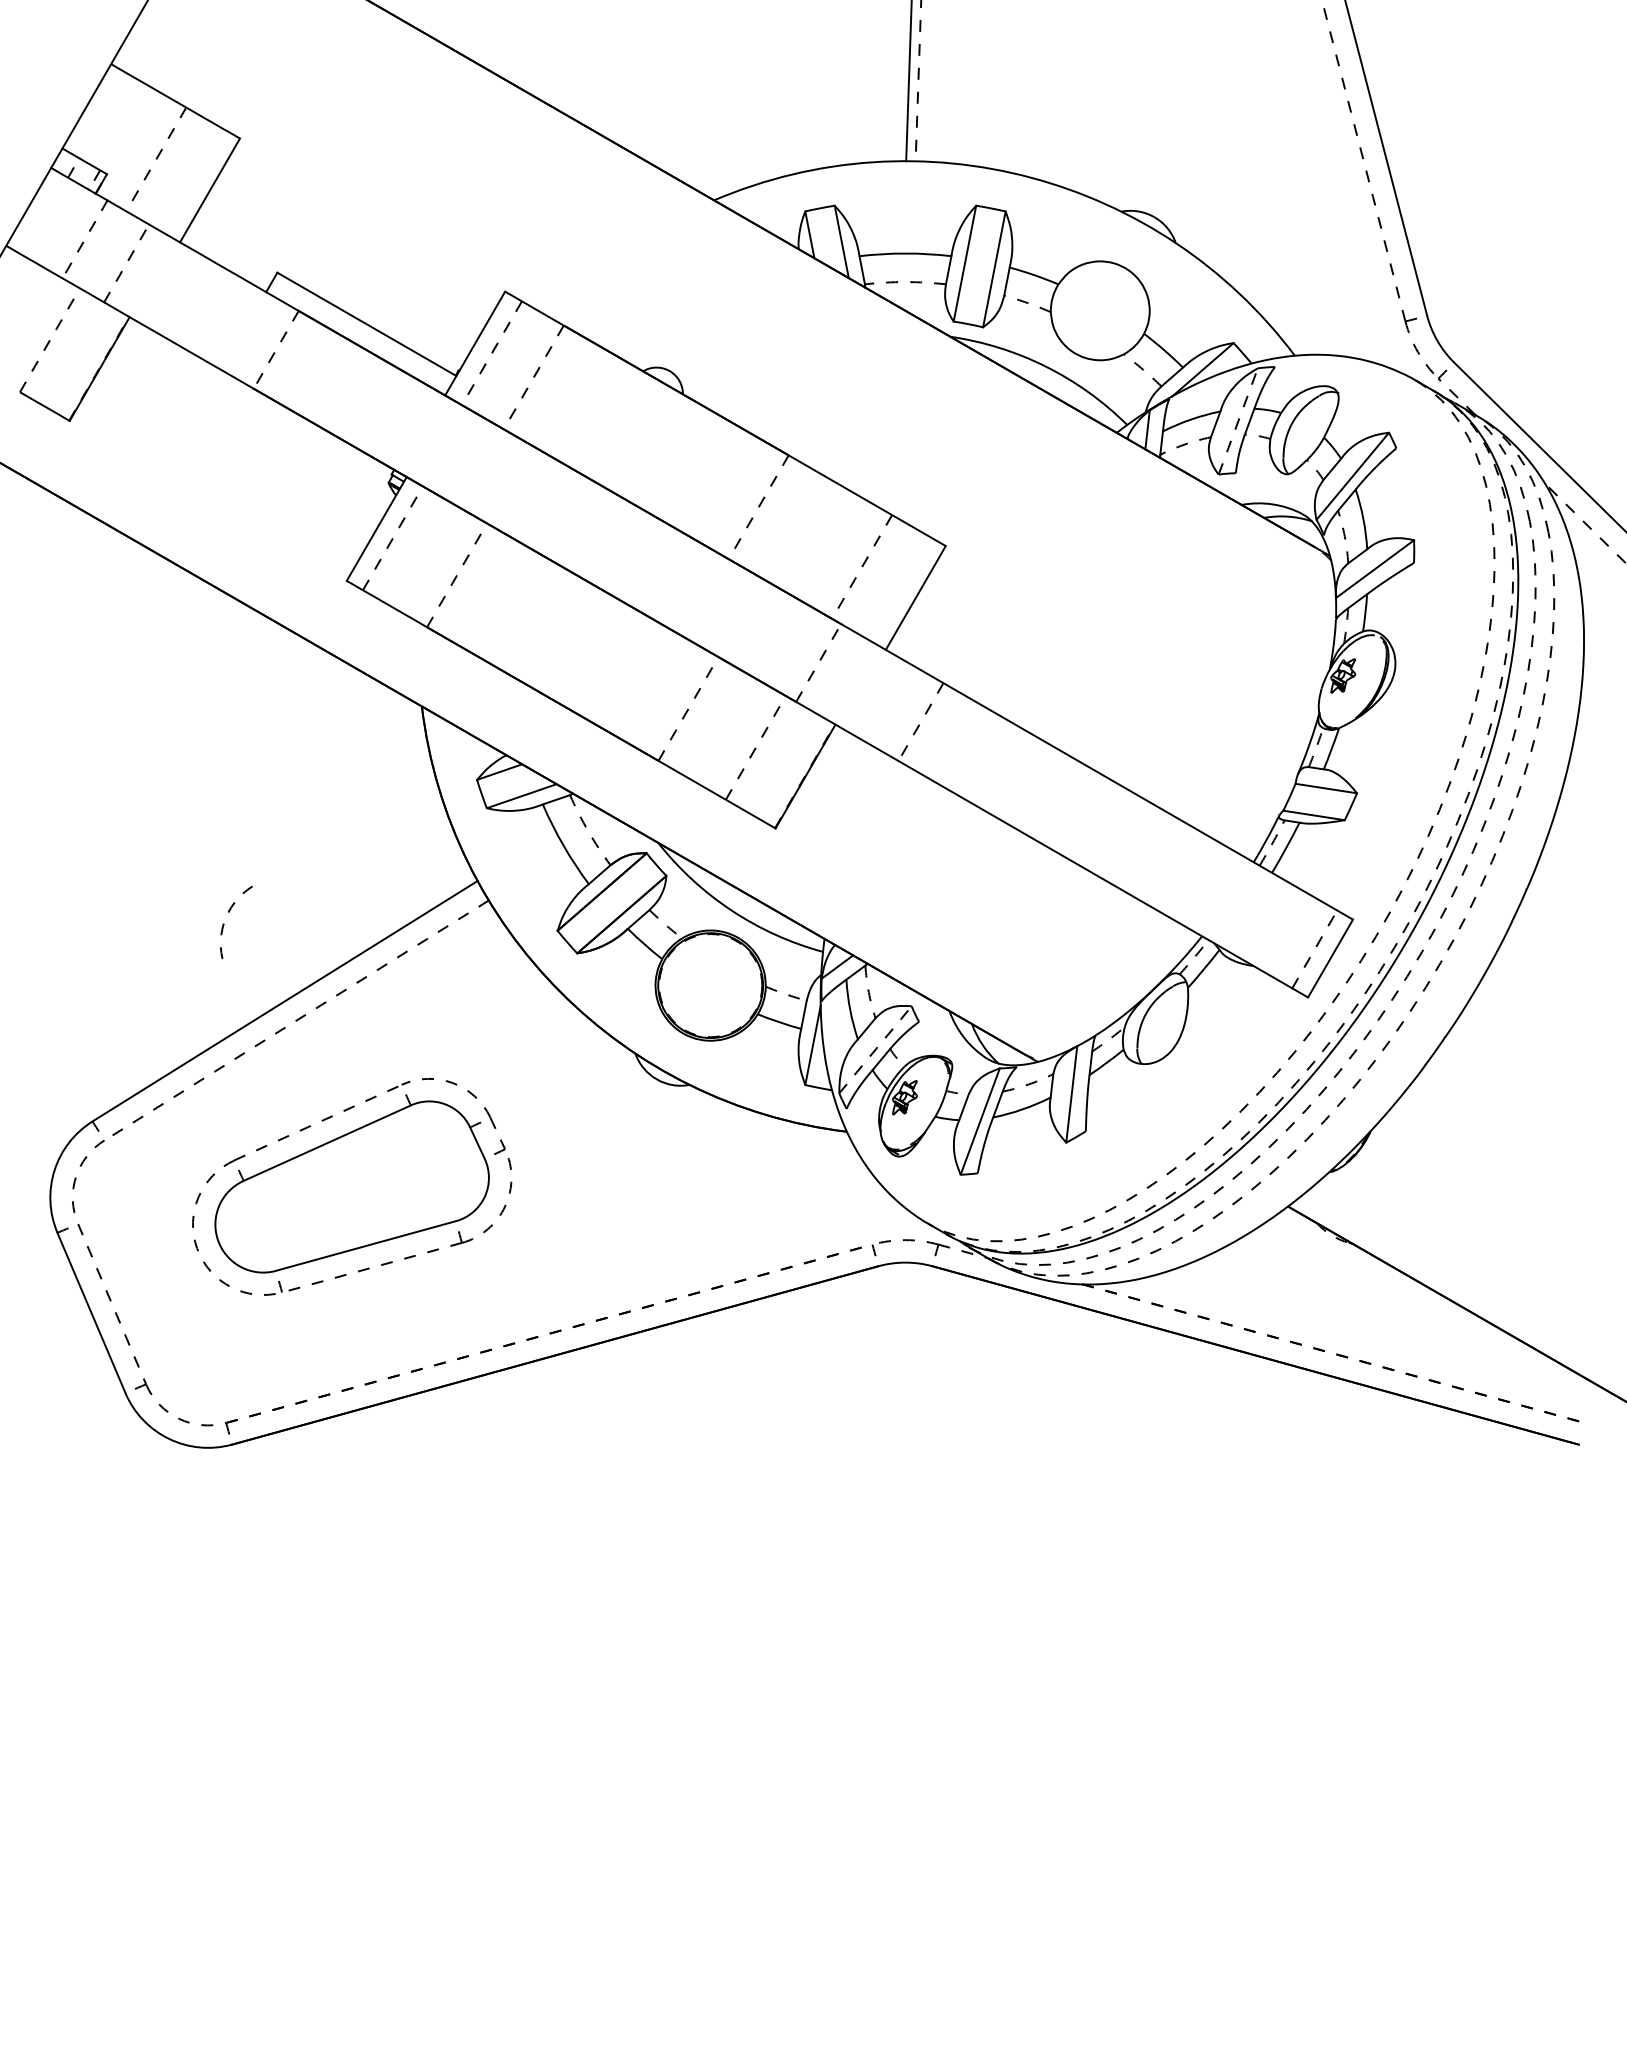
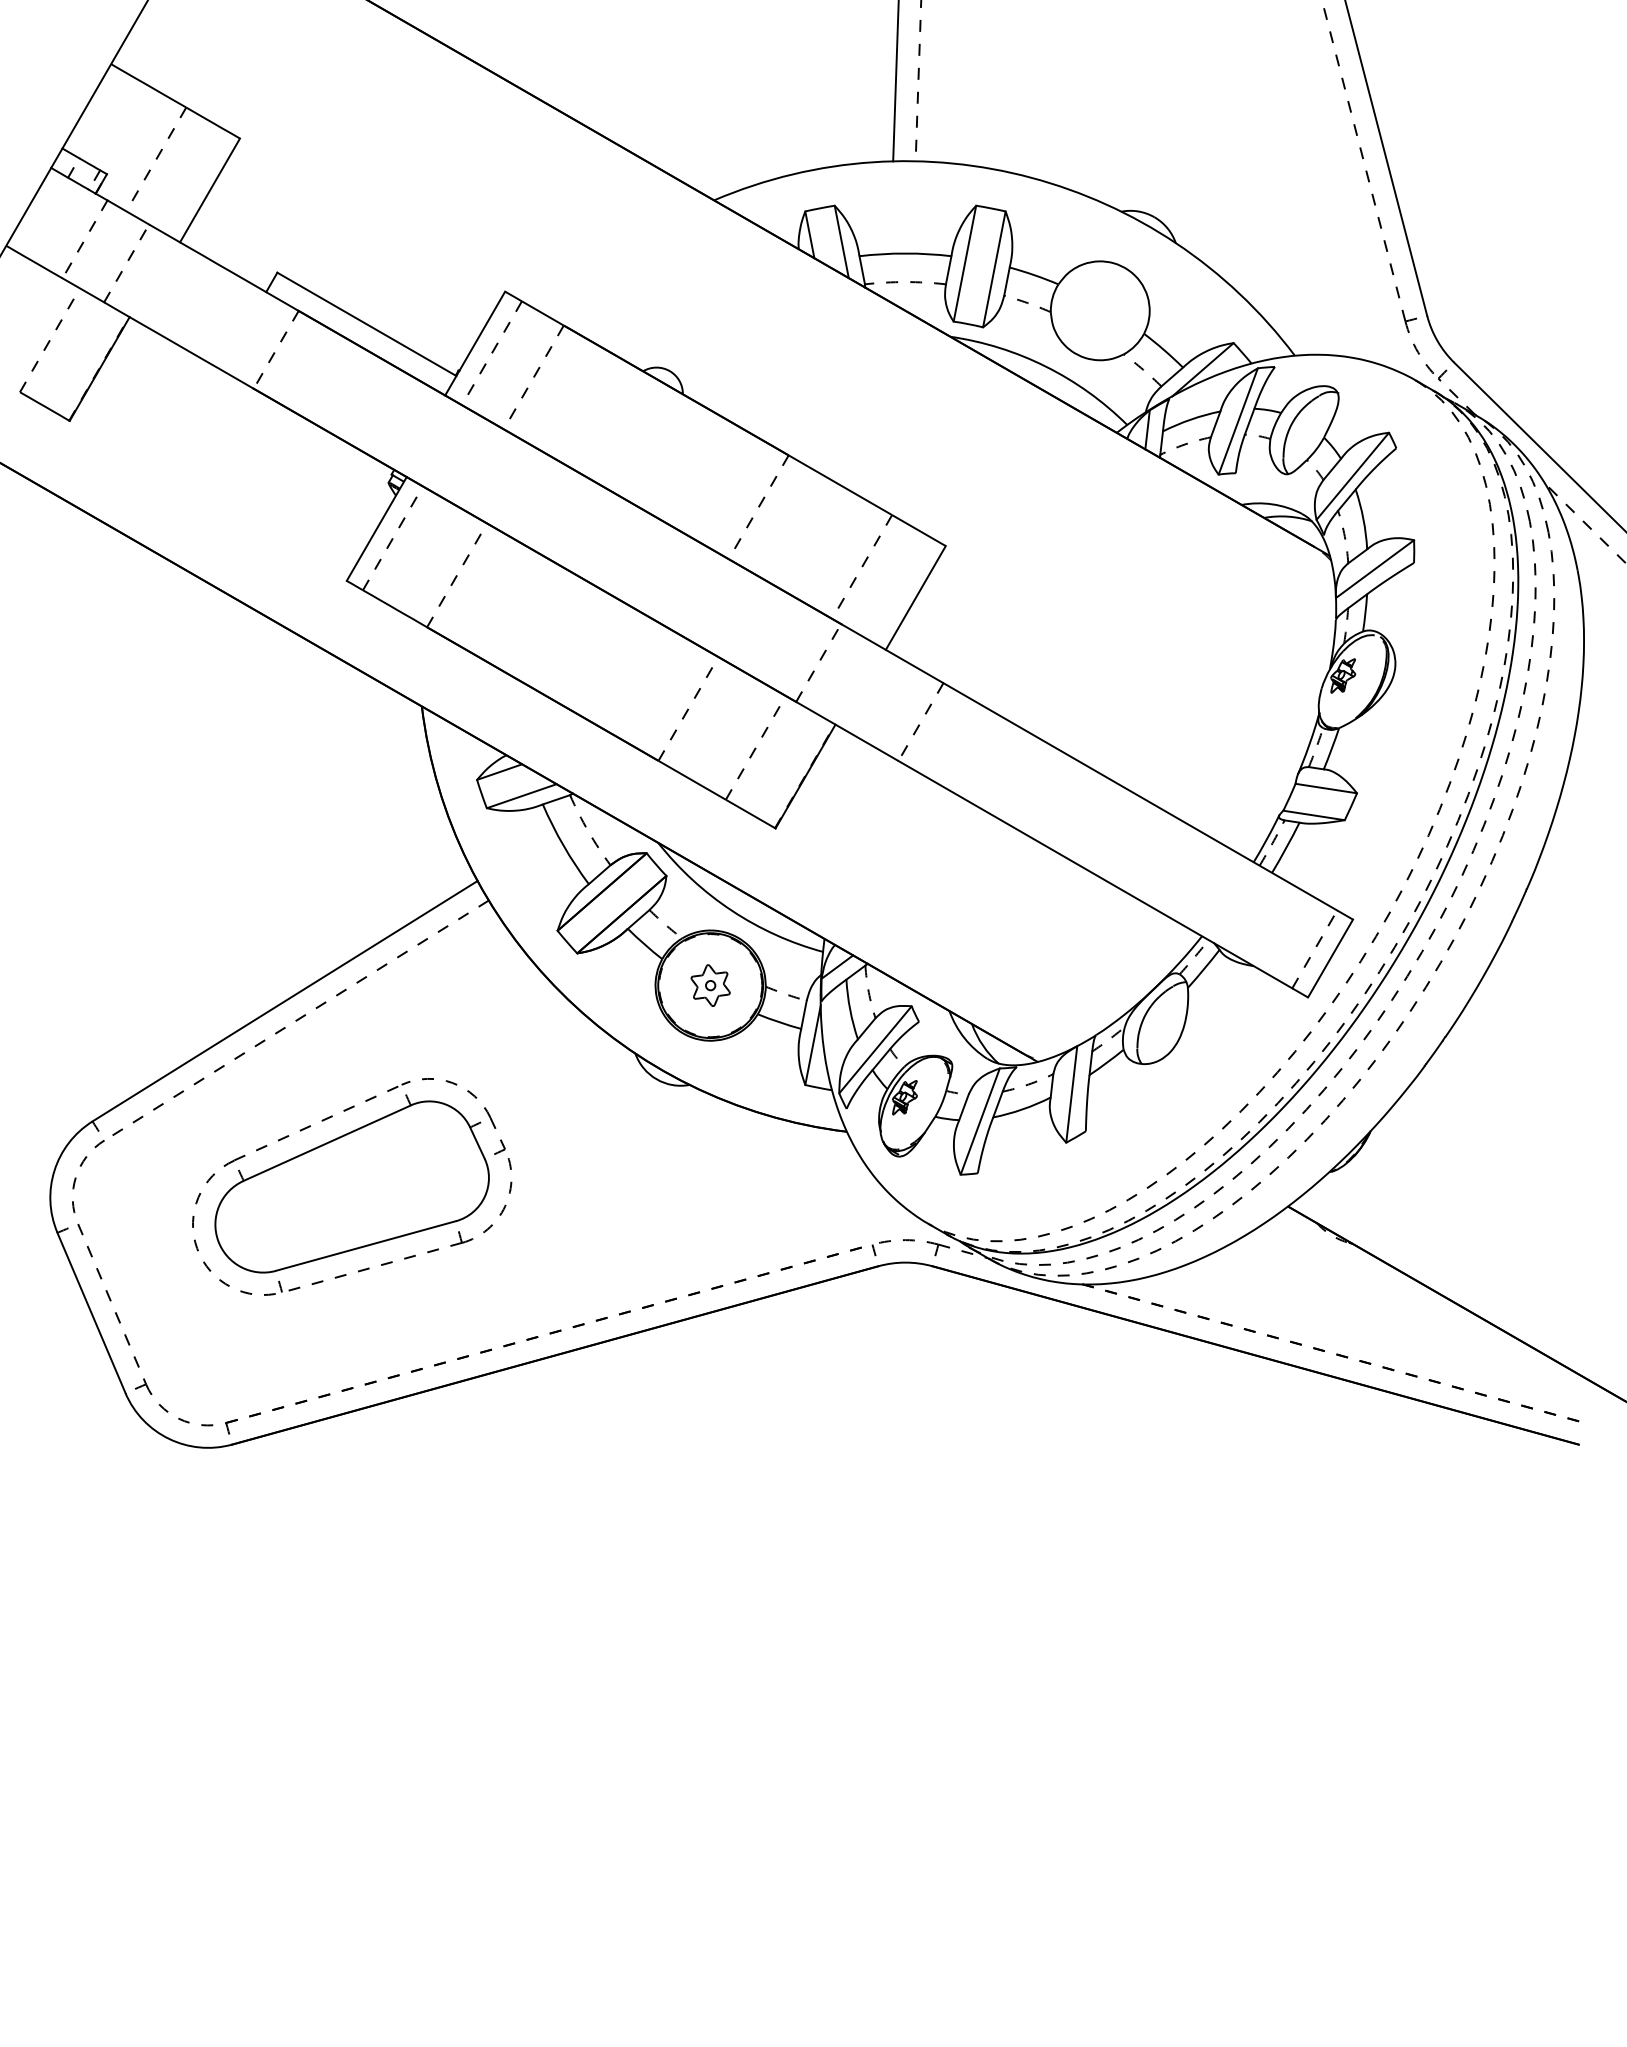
line at (908, 81) position: (908, 81) -> (895, 81)
line at (1238, 421): dashed -> solid
arc at (224, 923): present -> none
part at (710, 985): none -> present
line at (875, 1049): dashed -> solid
